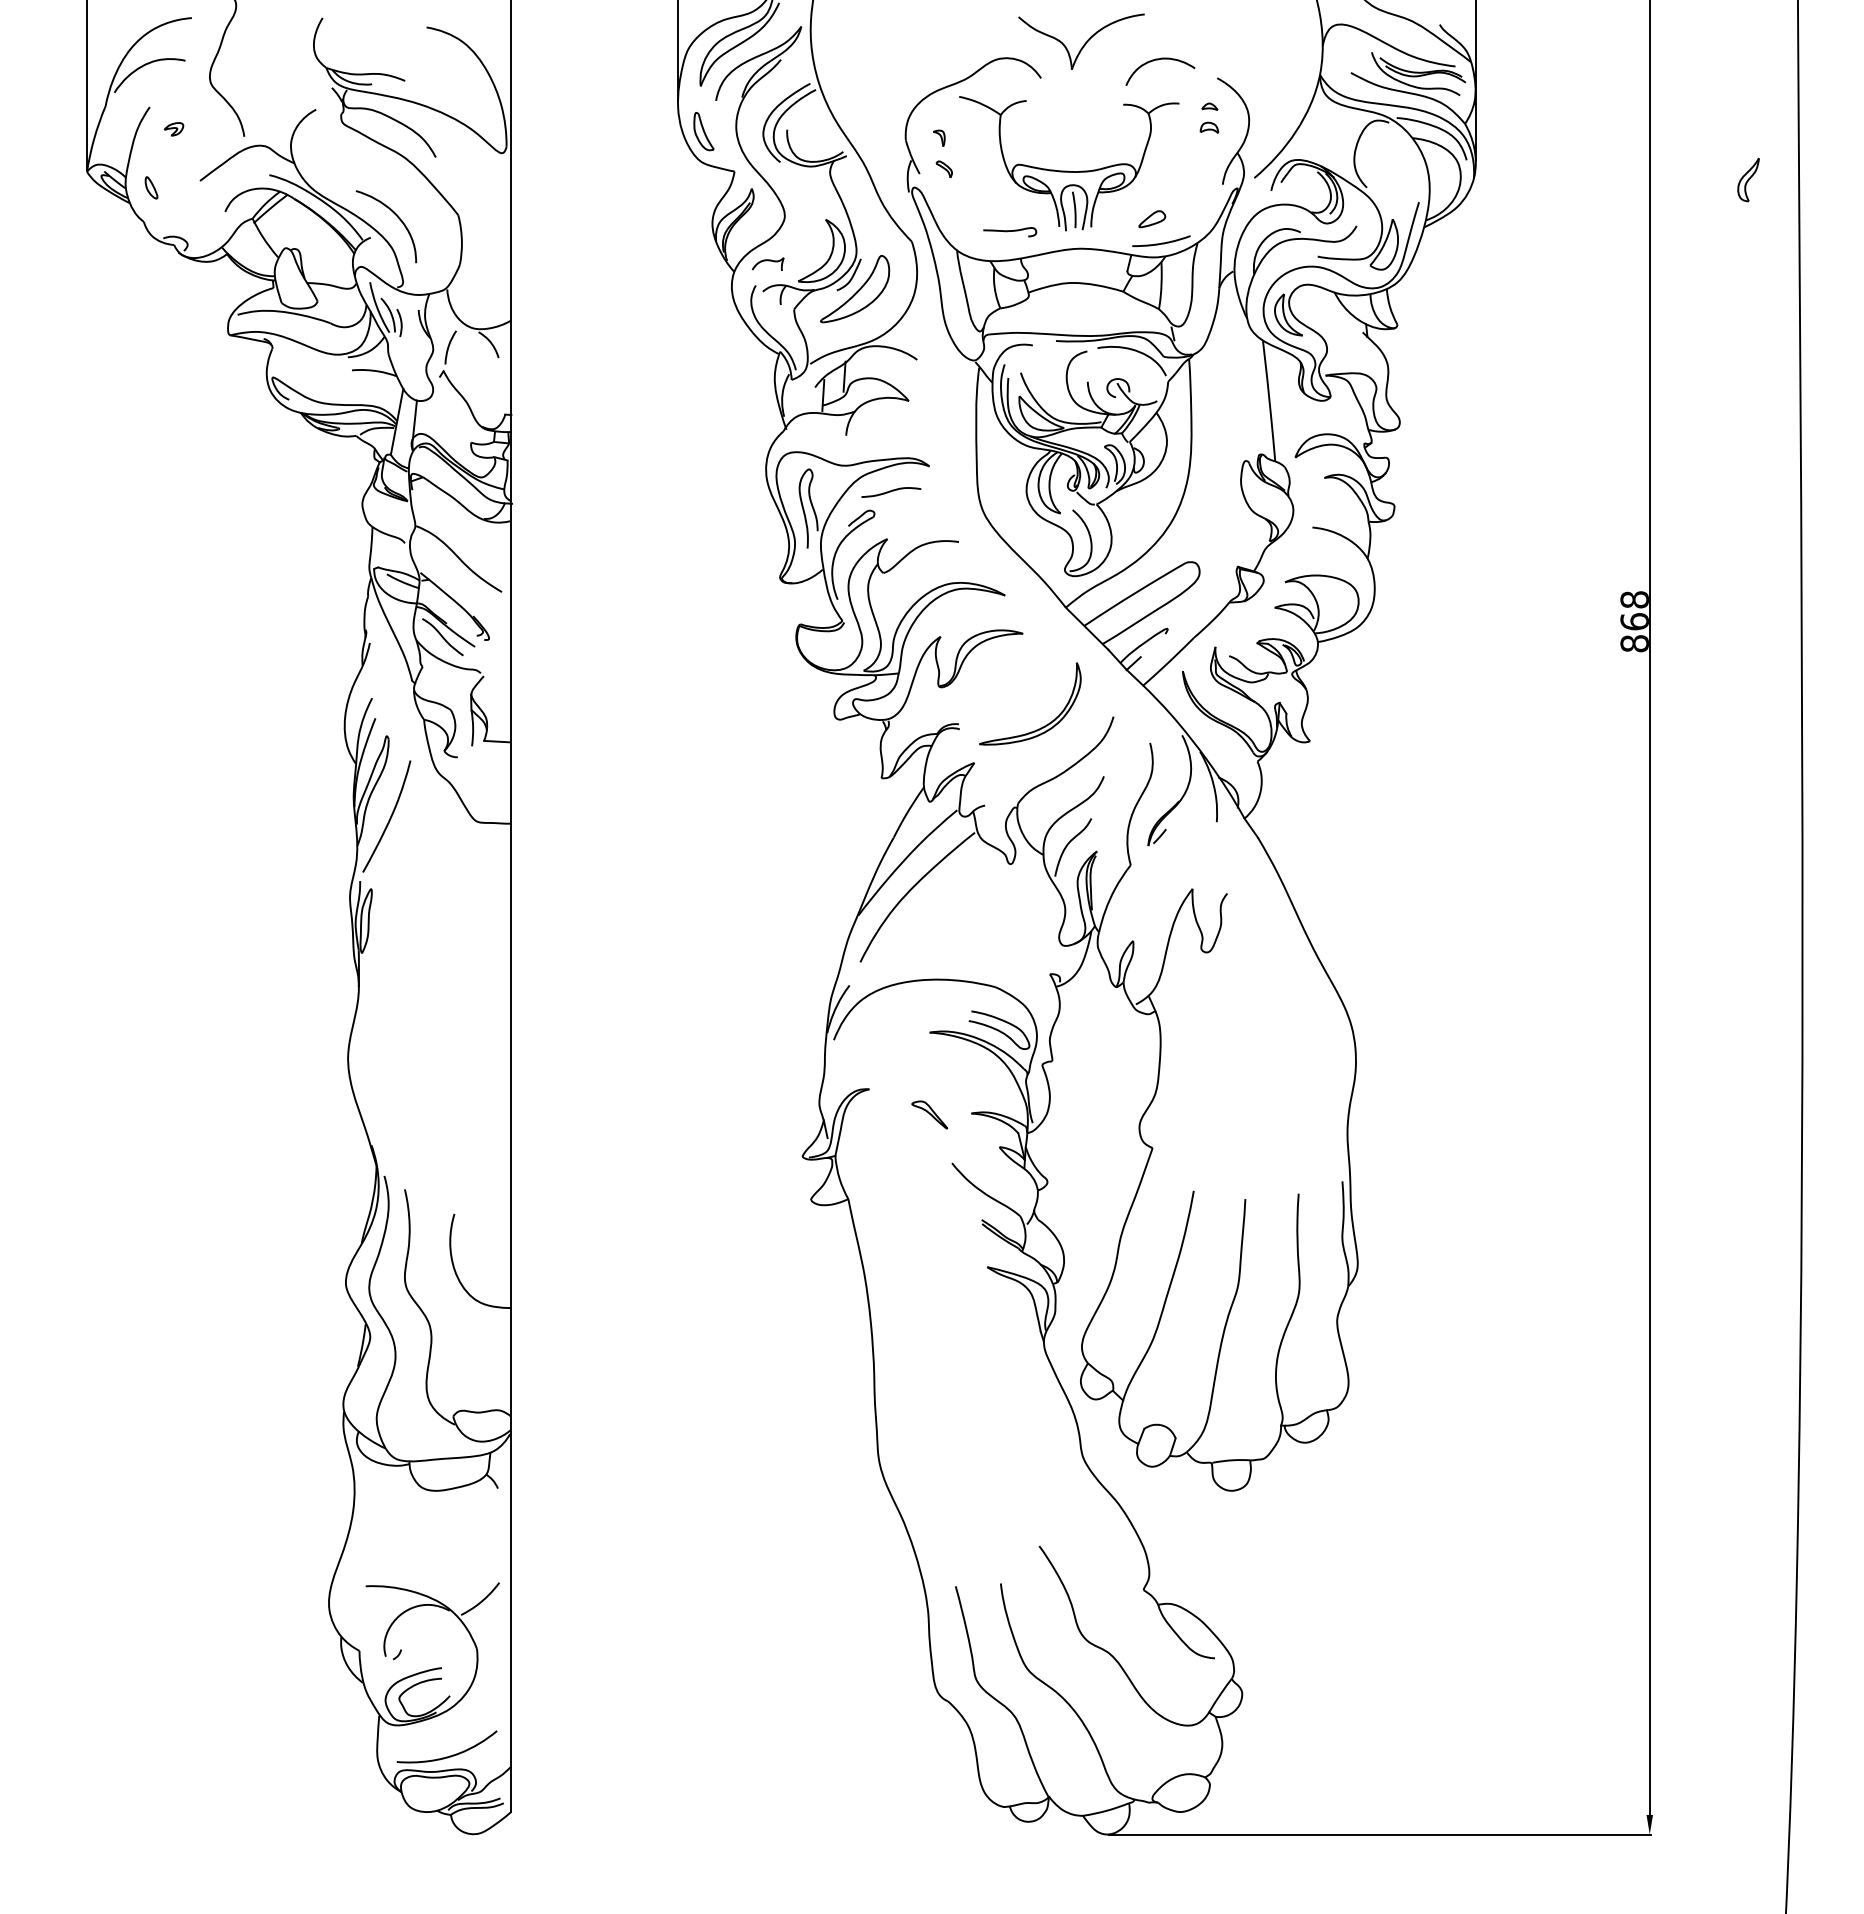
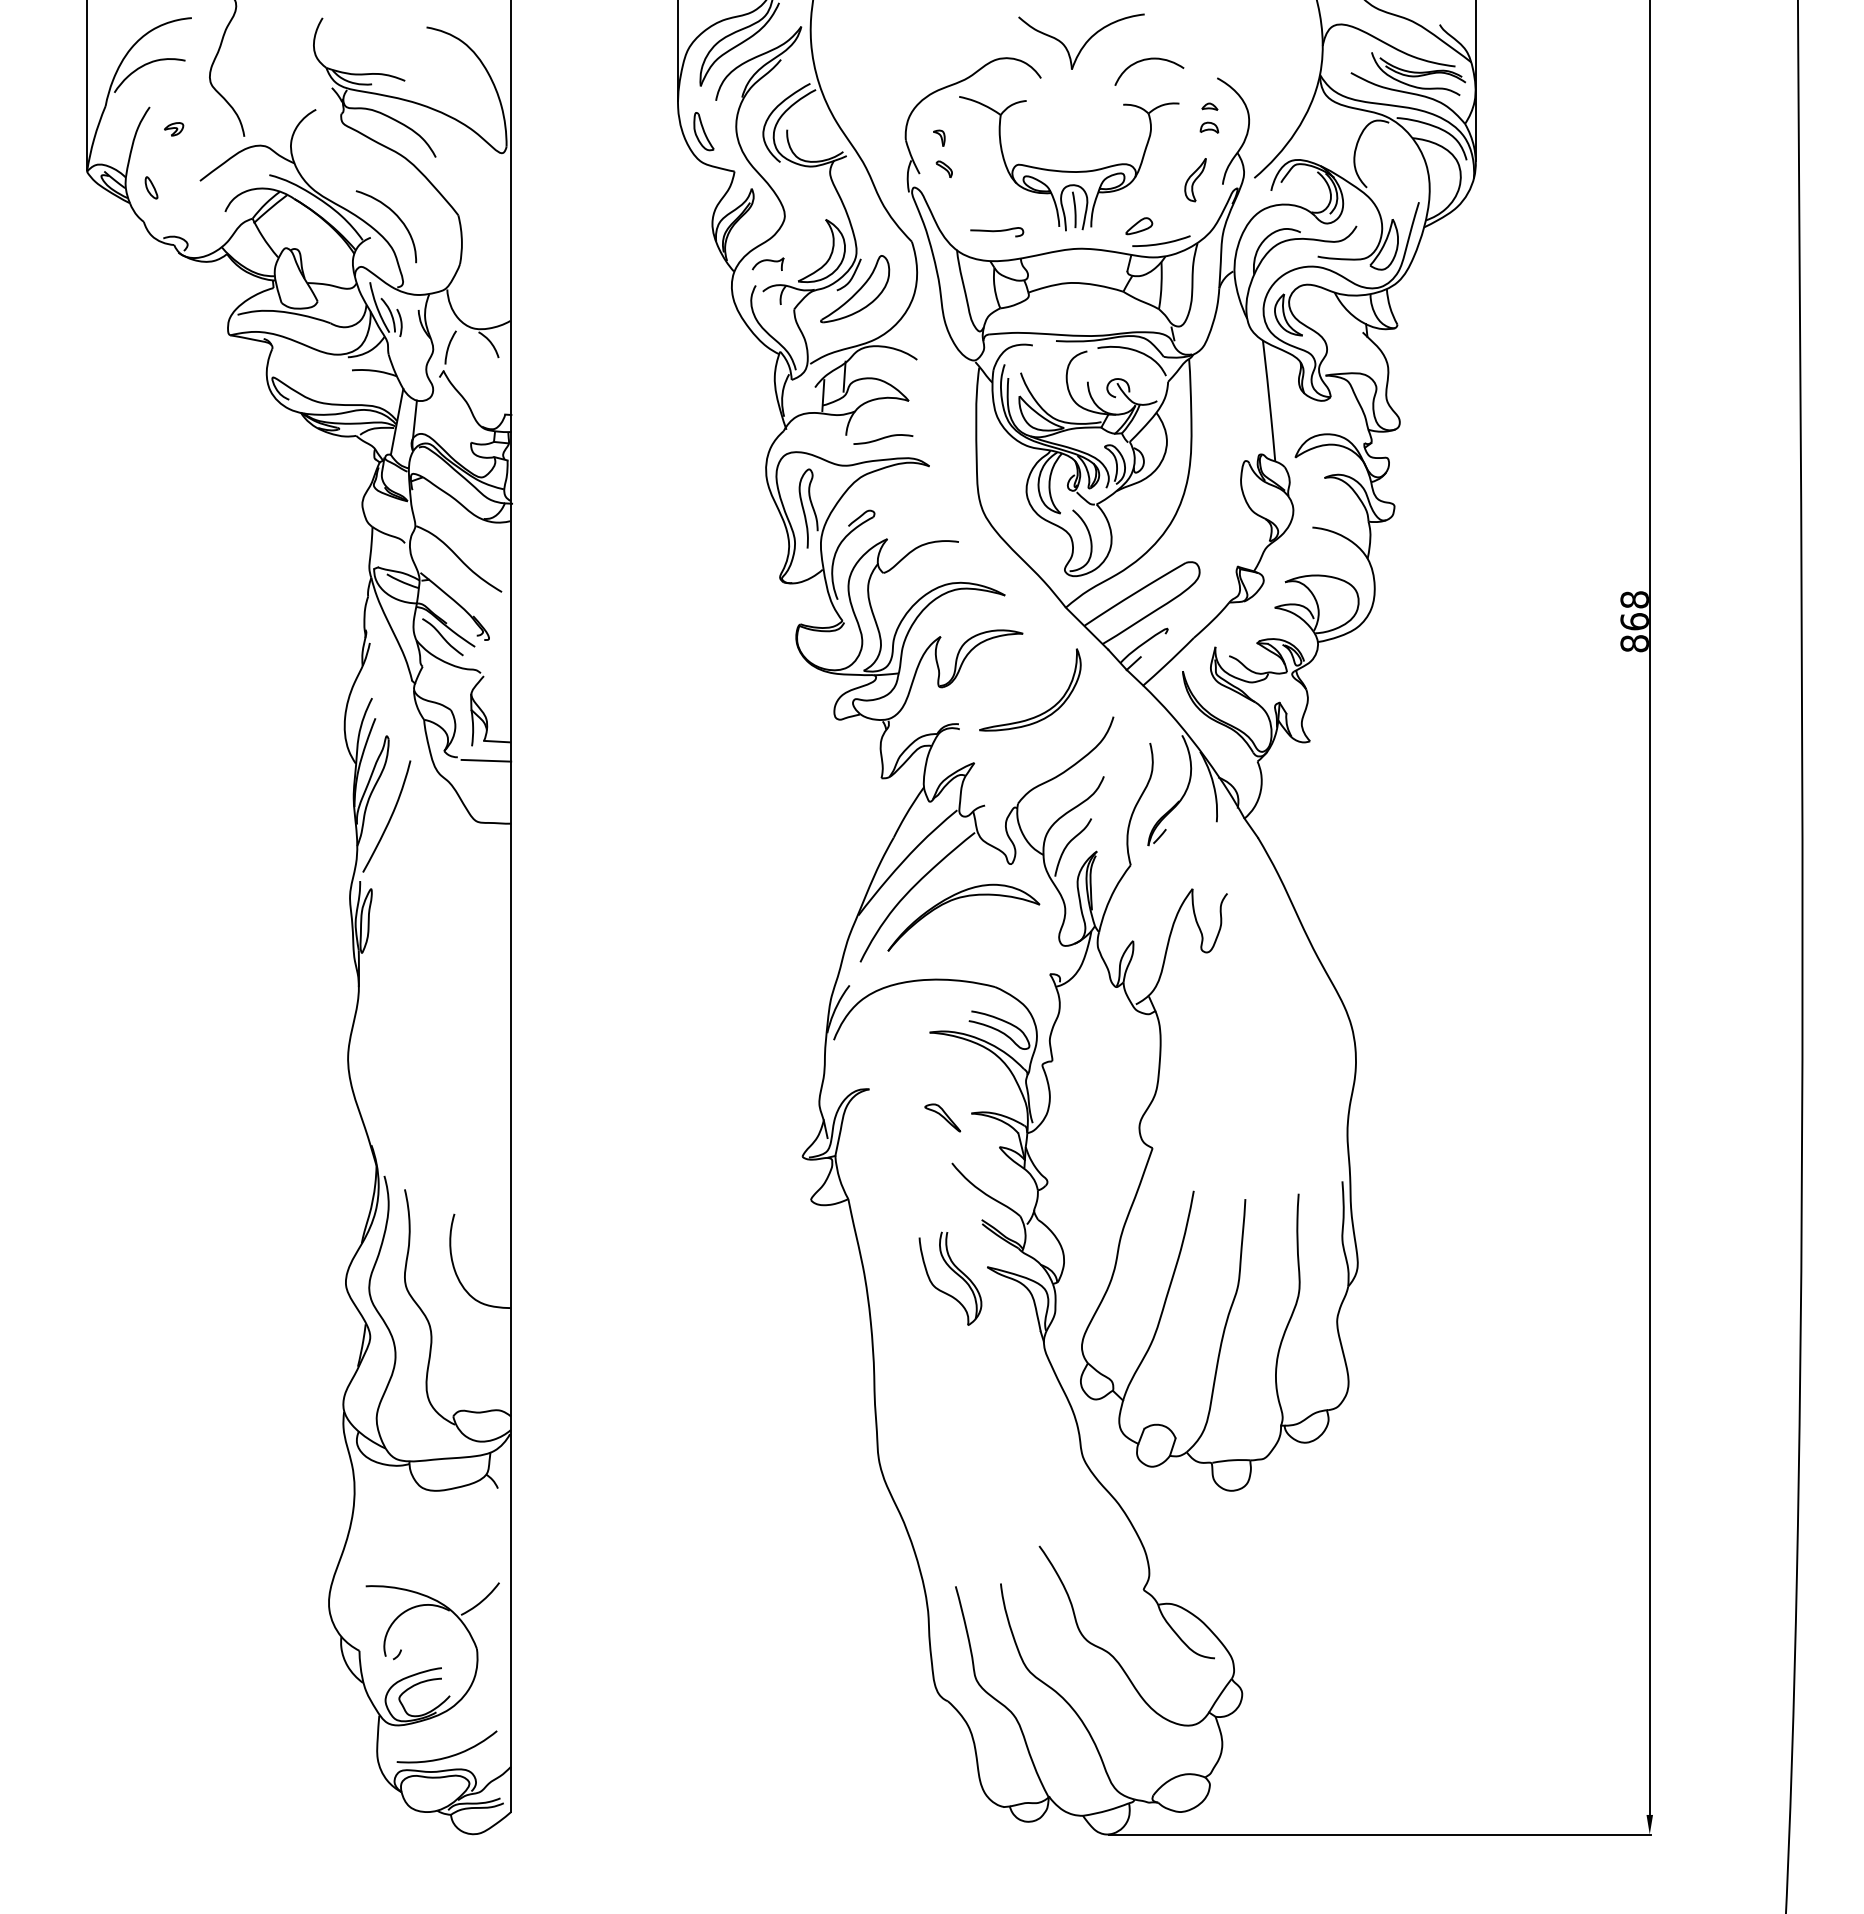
curve at (1158, 60) position: (1158, 60) -> (1147, 60)
part at (1748, 180) position: (1748, 180) -> (1195, 180)
part at (1152, 219) position: (1152, 219) -> (1139, 226)
curve at (1010, 231) position: (1010, 231) -> (997, 231)
curve at (891, 491) position: (891, 491) -> (883, 438)
part at (1042, 726) position: (1042, 726) -> (1042, 712)
line at (486, 760): none -> present
part at (957, 899): none -> present
part at (929, 1114) position: (929, 1114) -> (942, 1117)
part at (955, 1273): none -> present
